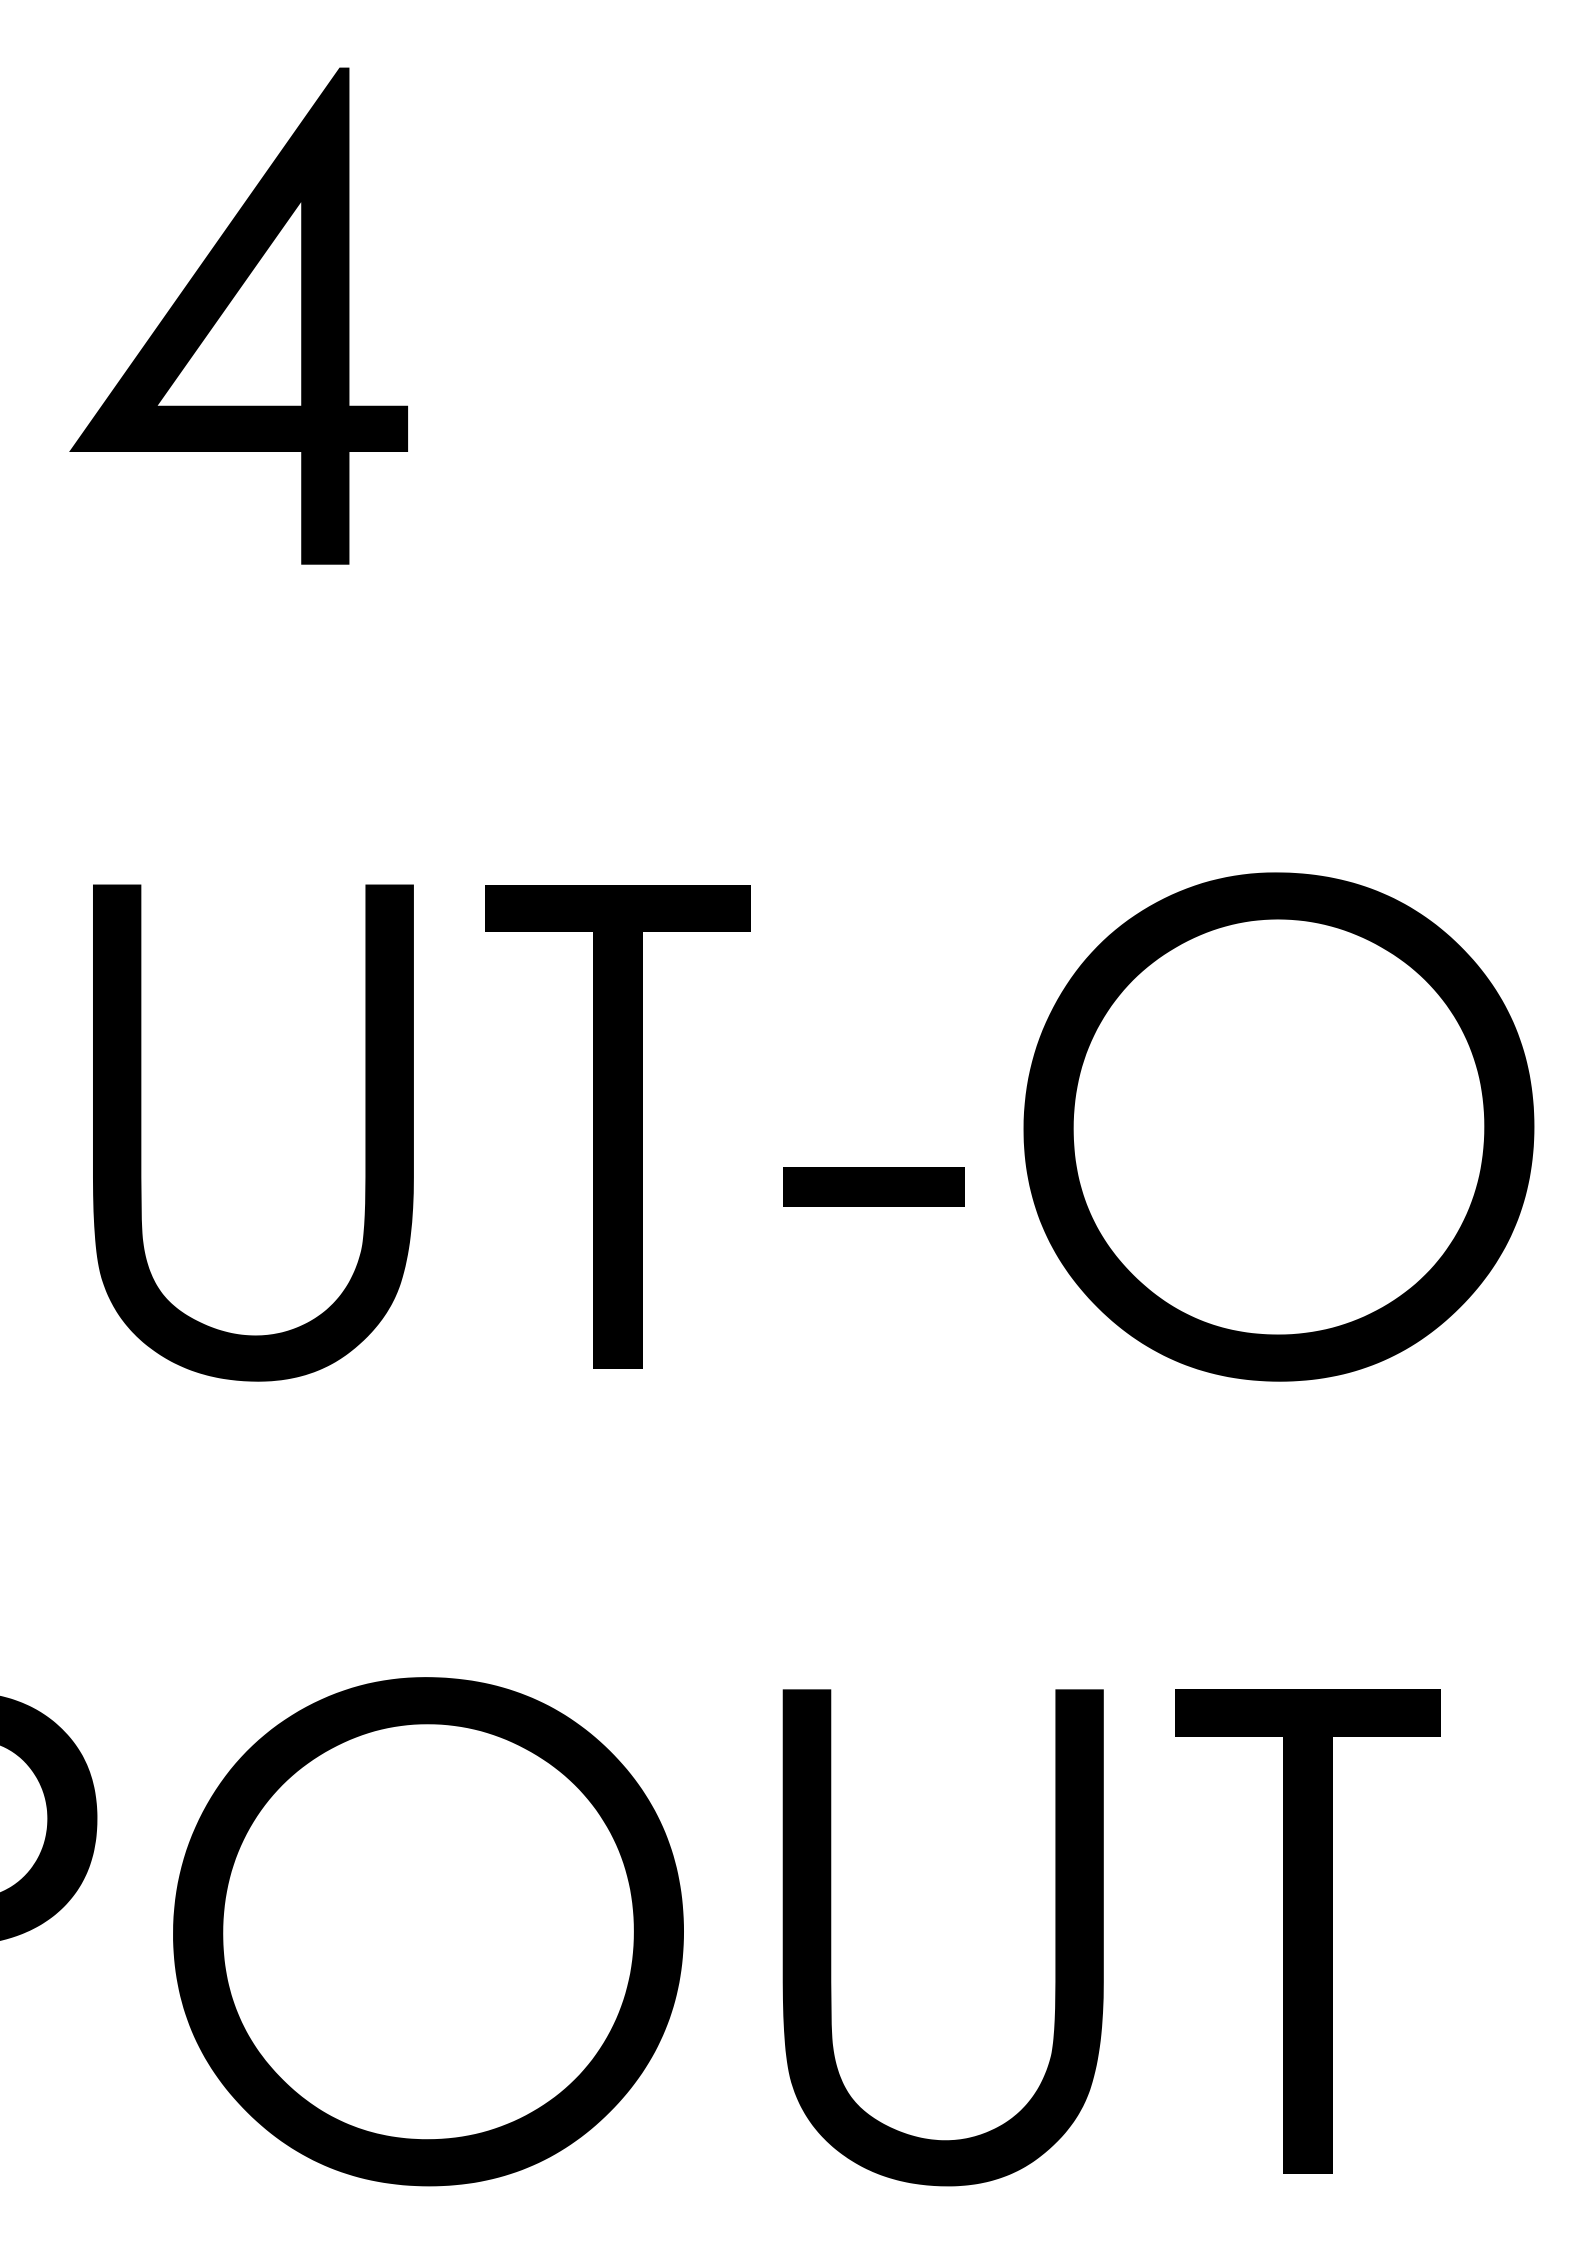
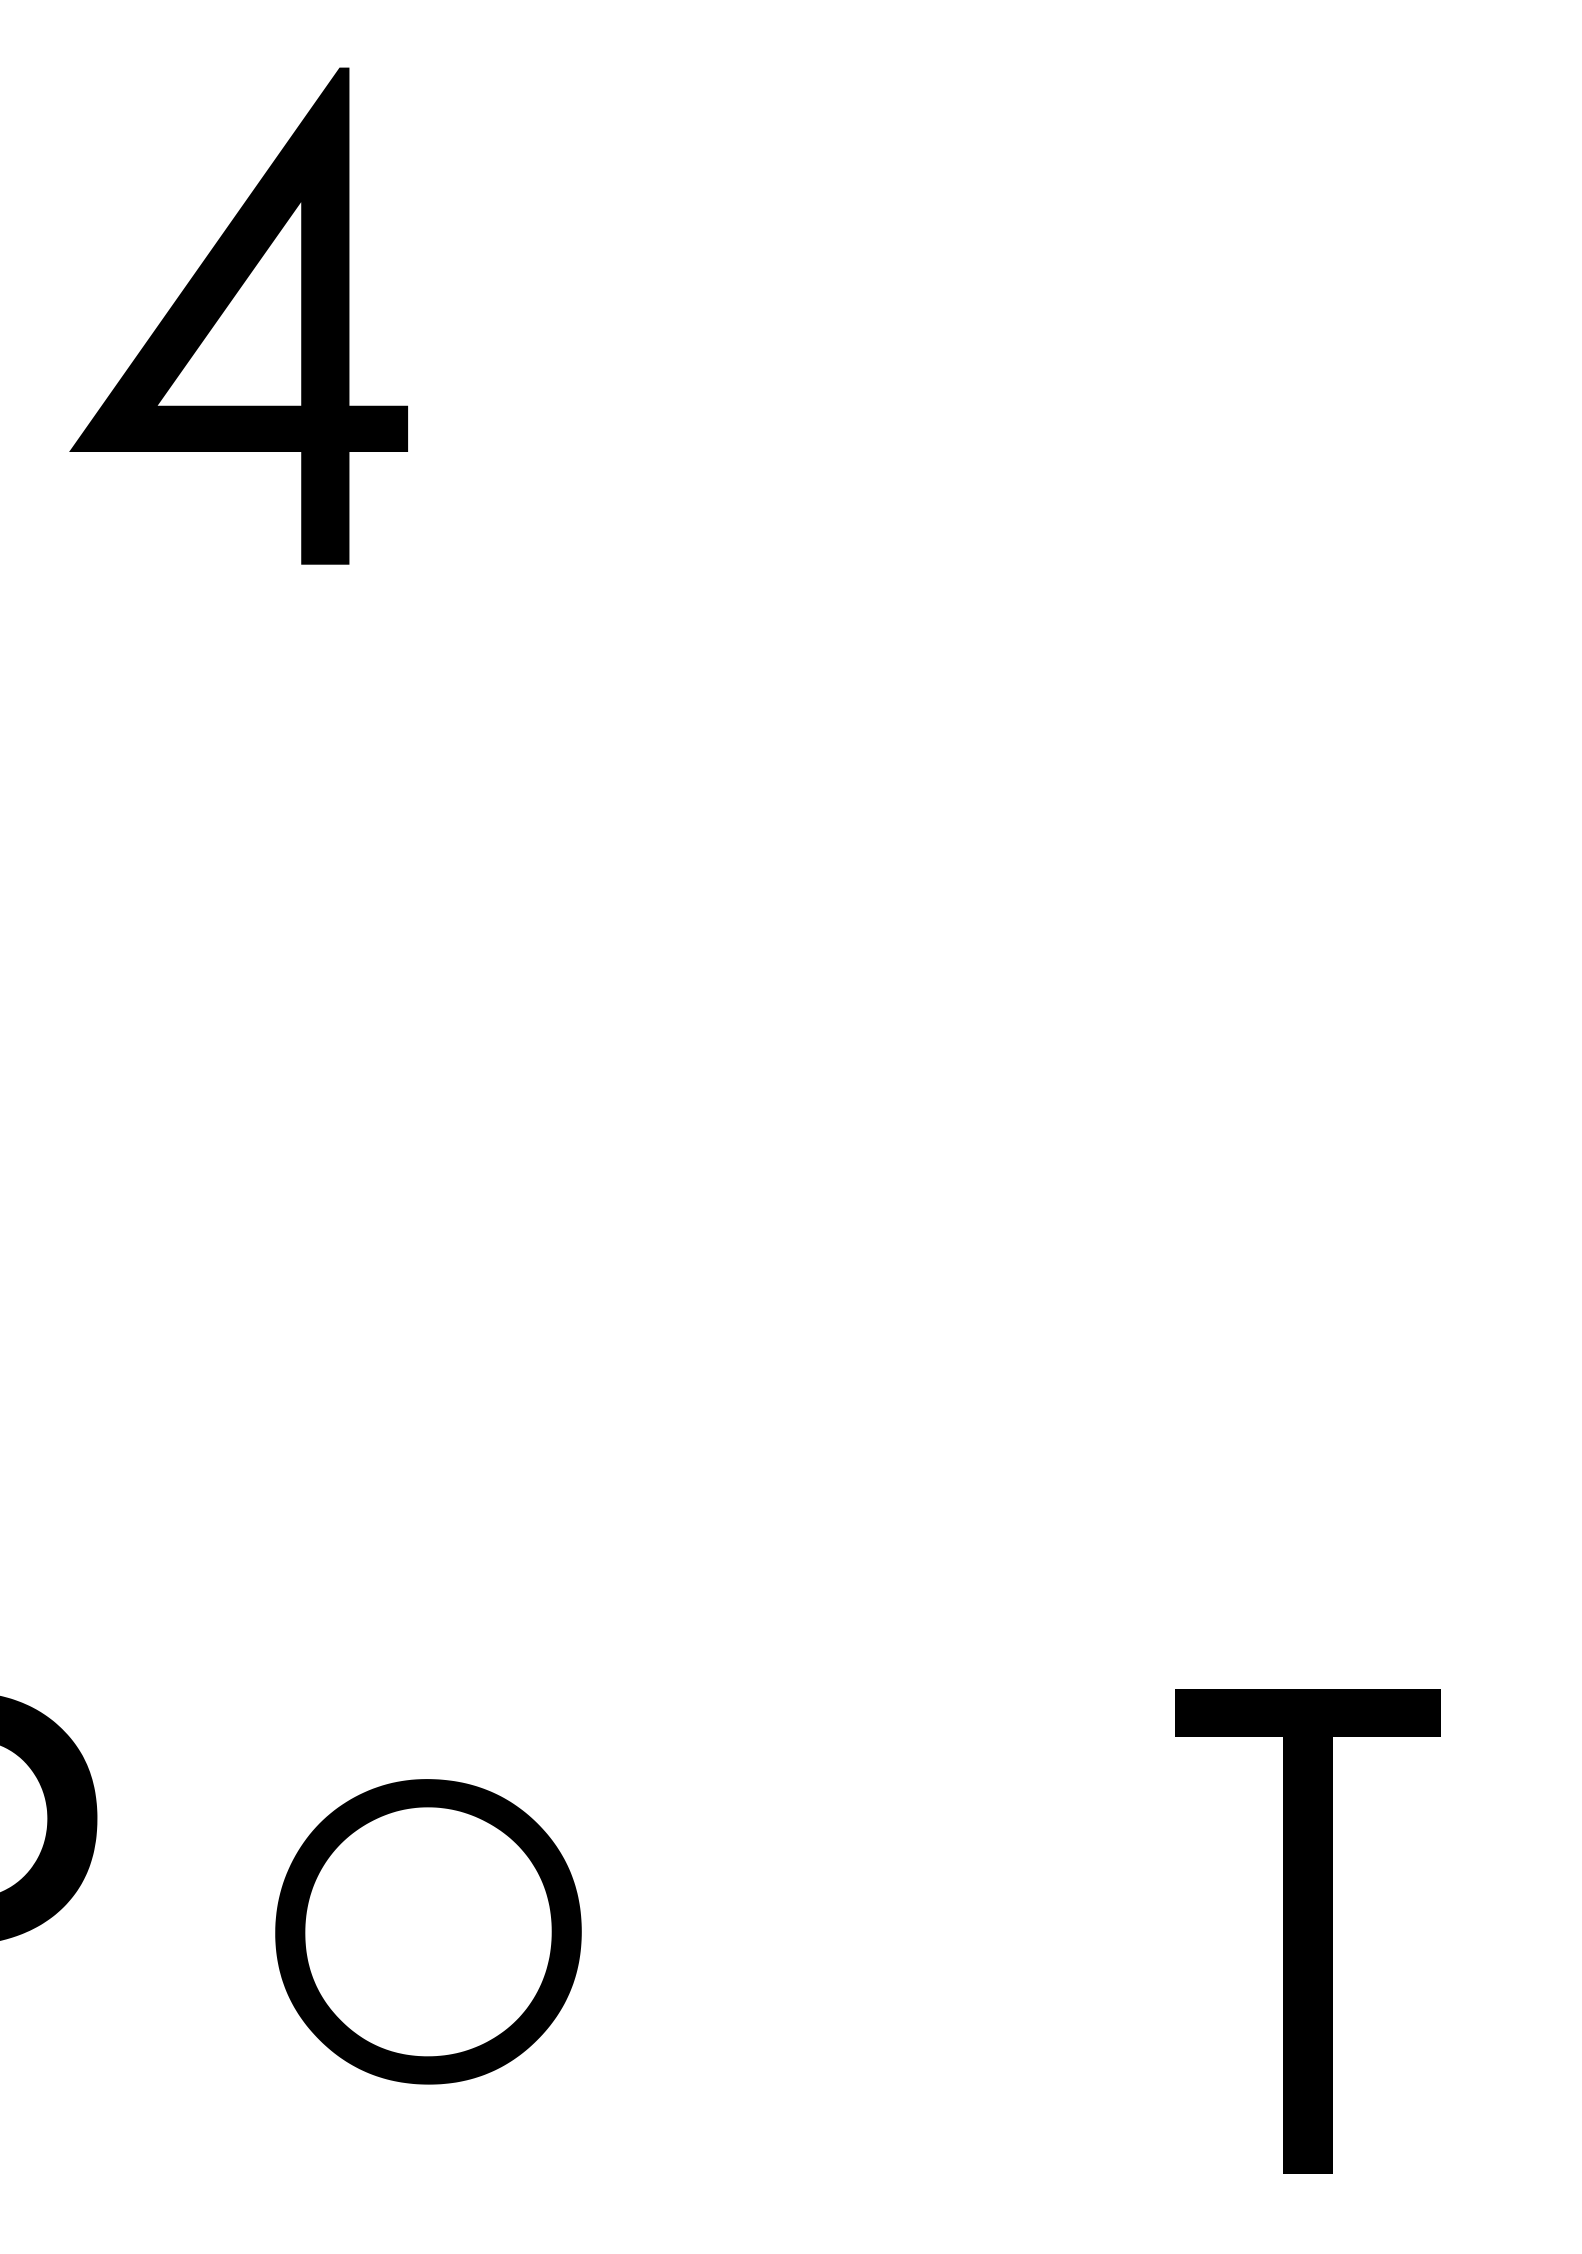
fill at (617, 1126): present -> none
part at (1278, 1126): present -> none
fill at (252, 1132): present -> none
part at (873, 1186): present -> none
part at (428, 1931) size: 511x510 px -> 307x306 px
part at (831, 1937): present -> none
